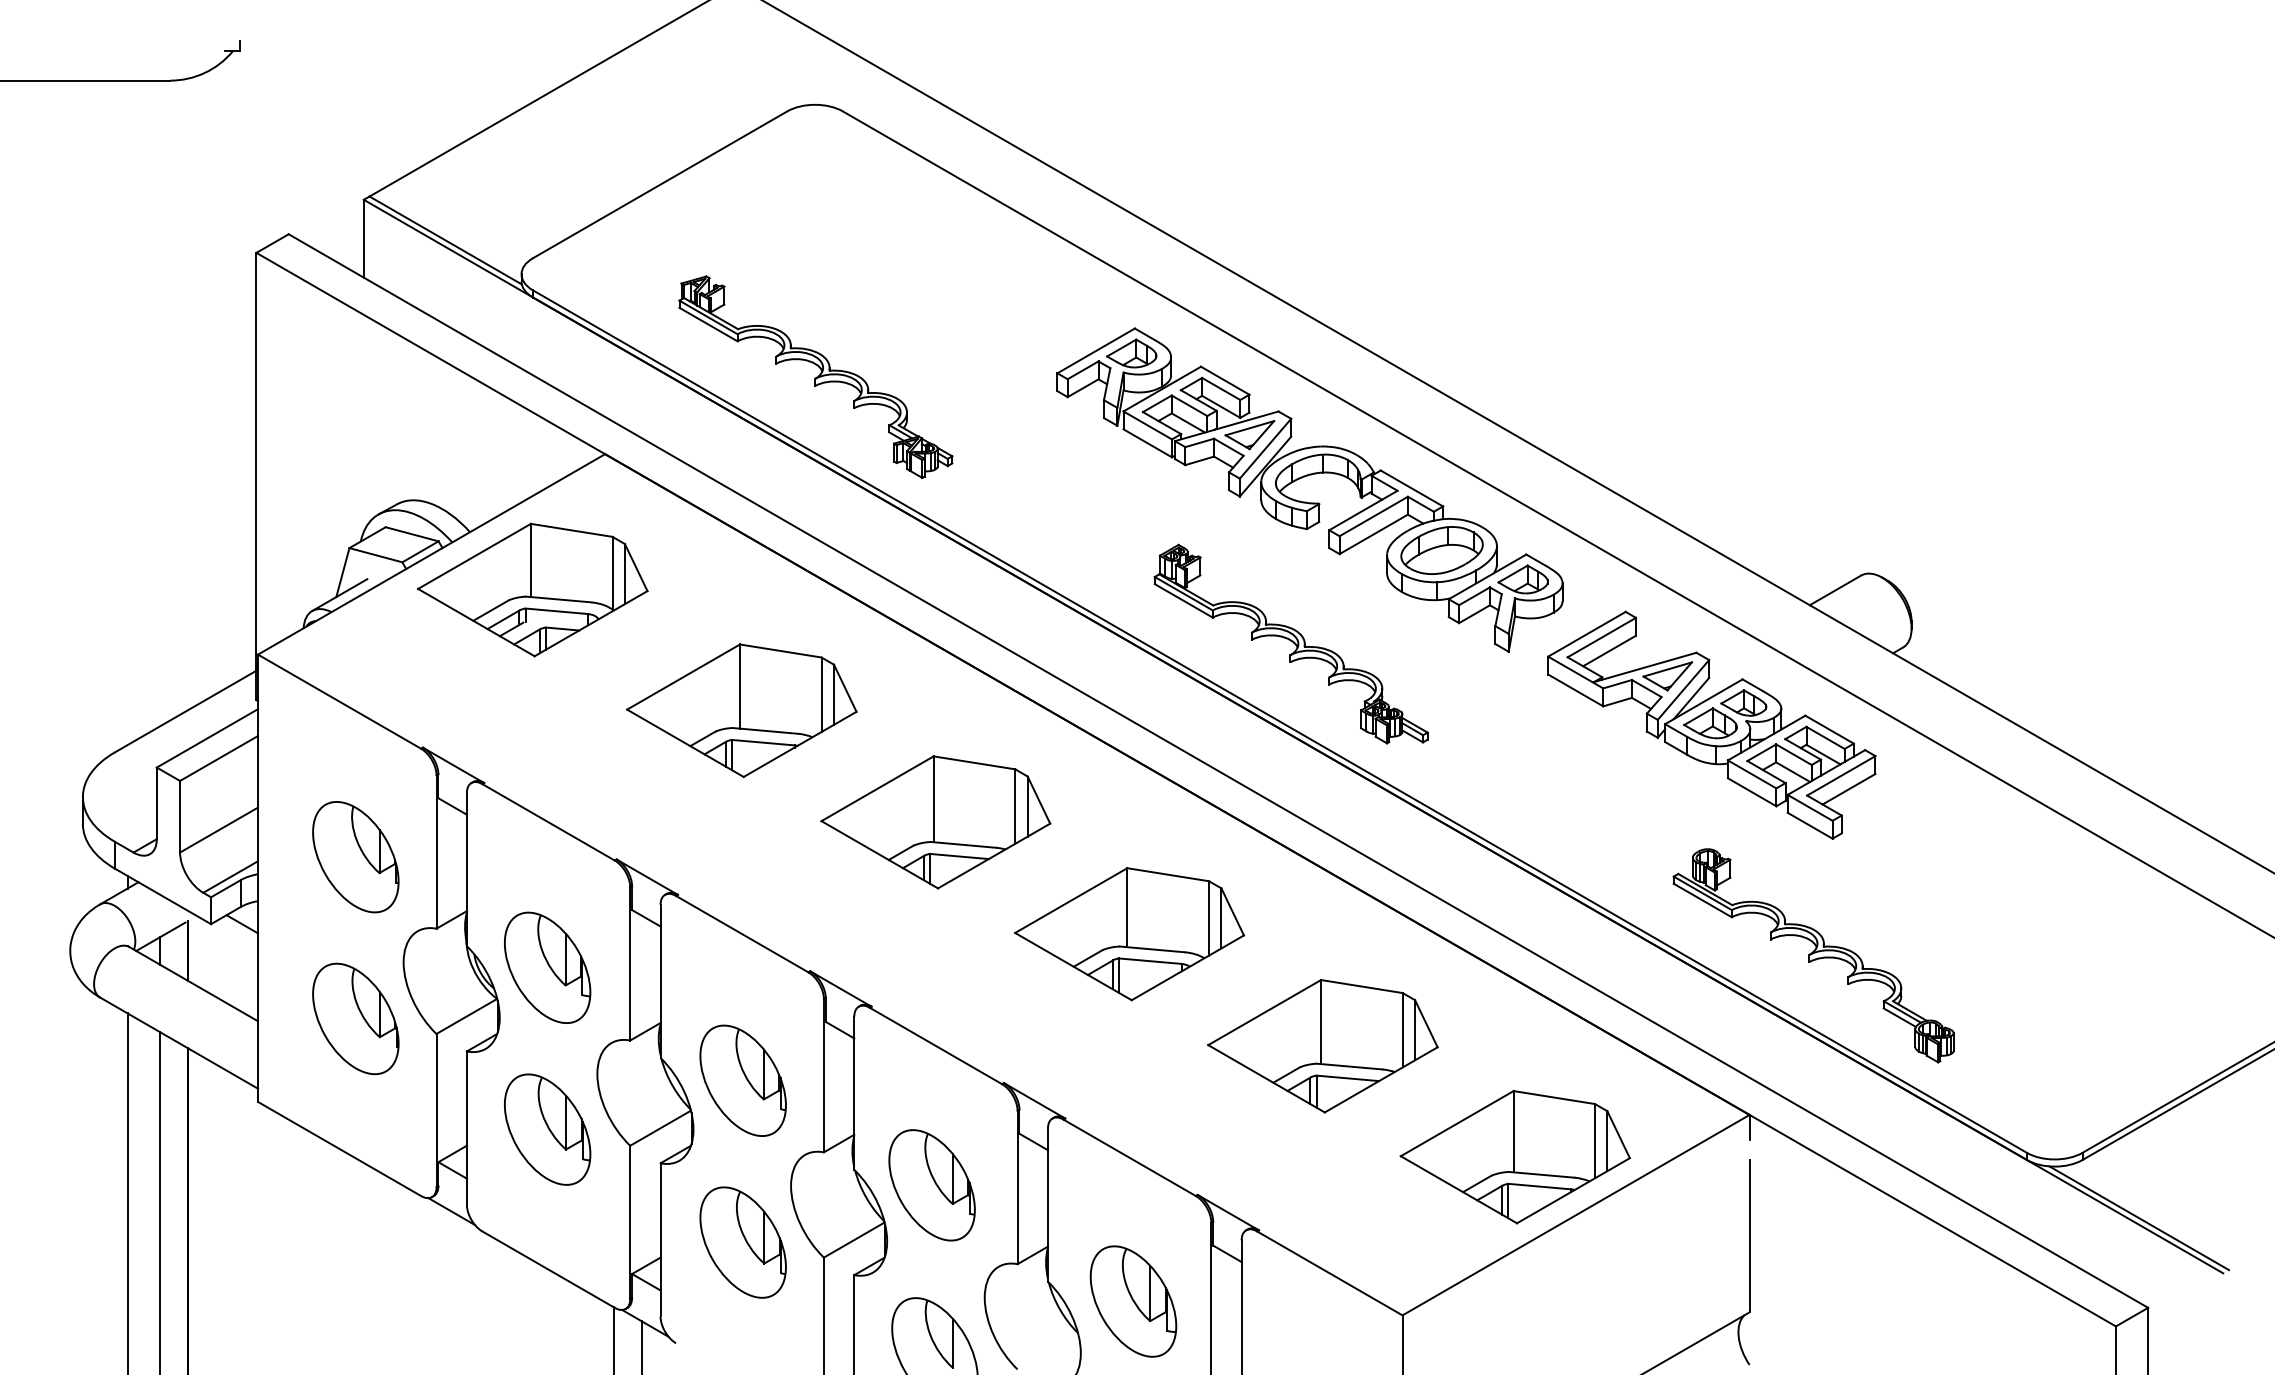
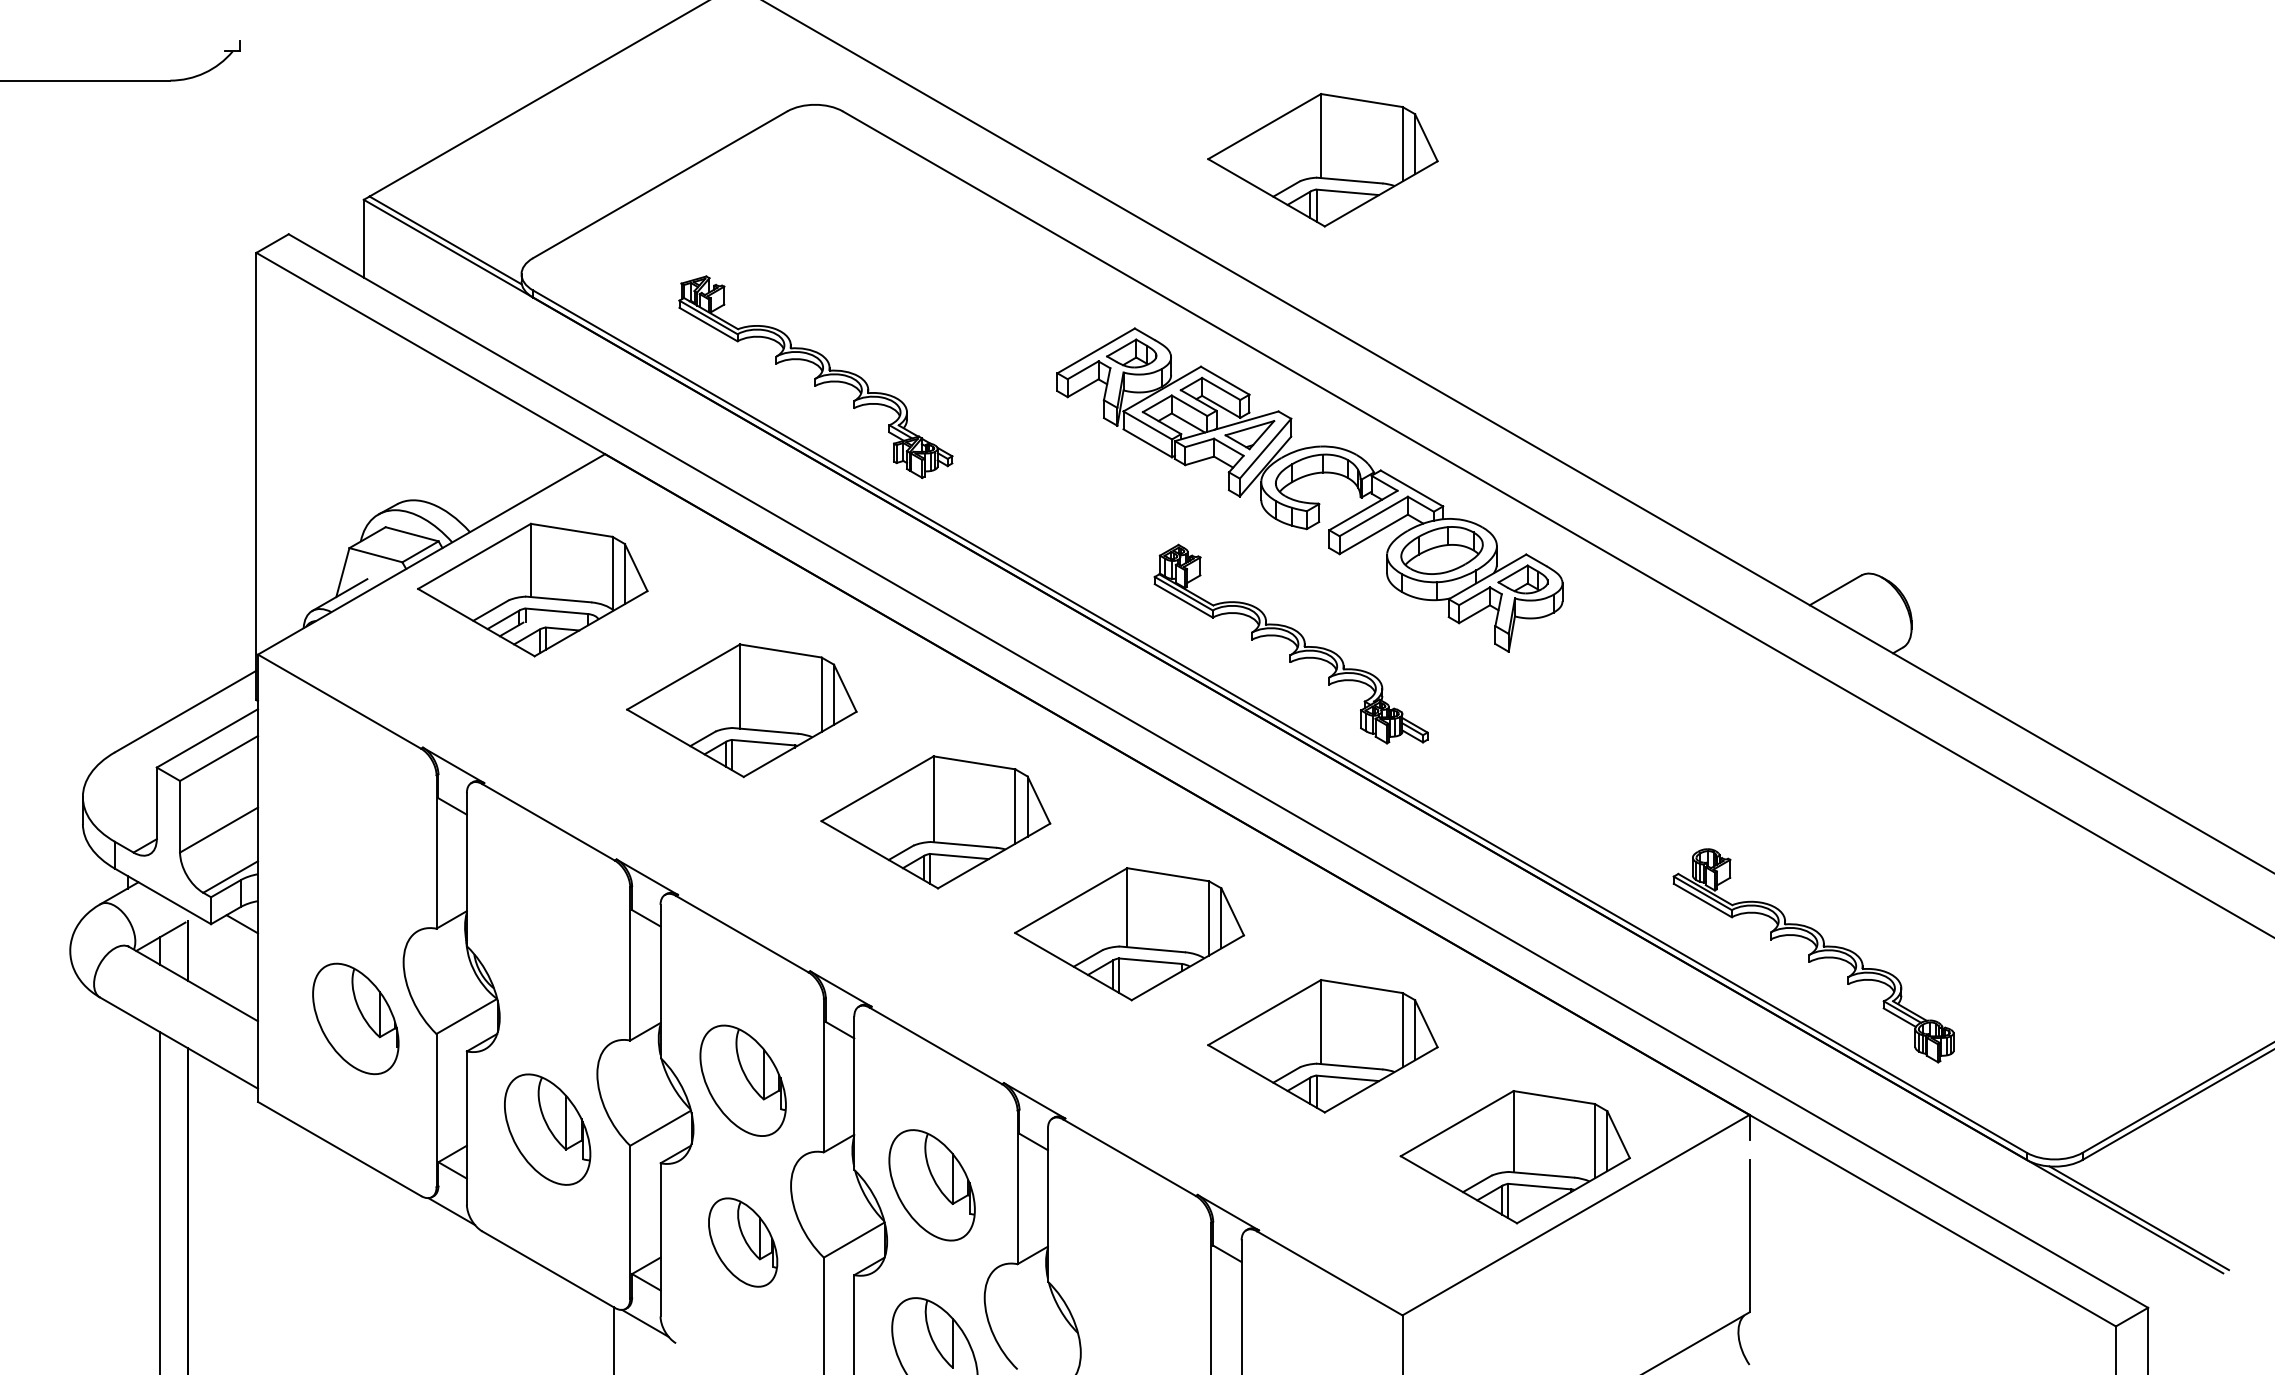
part at (1322, 160): none -> present
part at (1711, 724): present -> none
part at (355, 857): present -> none
part at (547, 967): present -> none
line at (127, 1192): present -> none
part at (742, 1242) size: 88x113 px -> 71x91 px
part at (1133, 1301): present -> none
line at (641, 1346): present -> none
